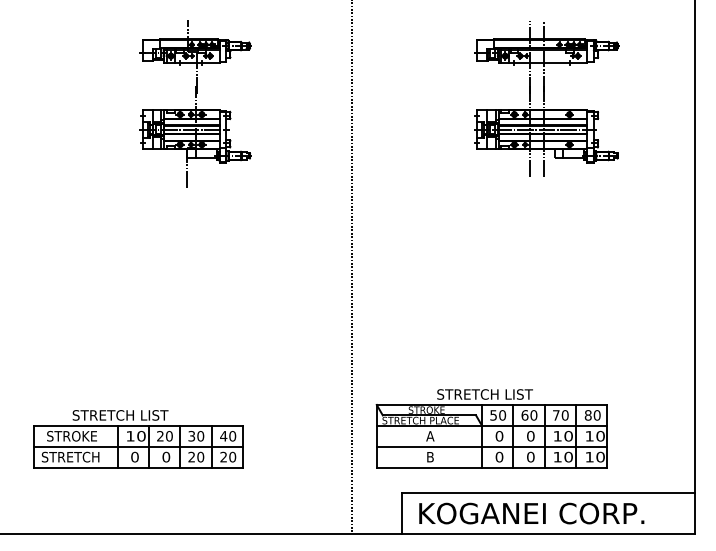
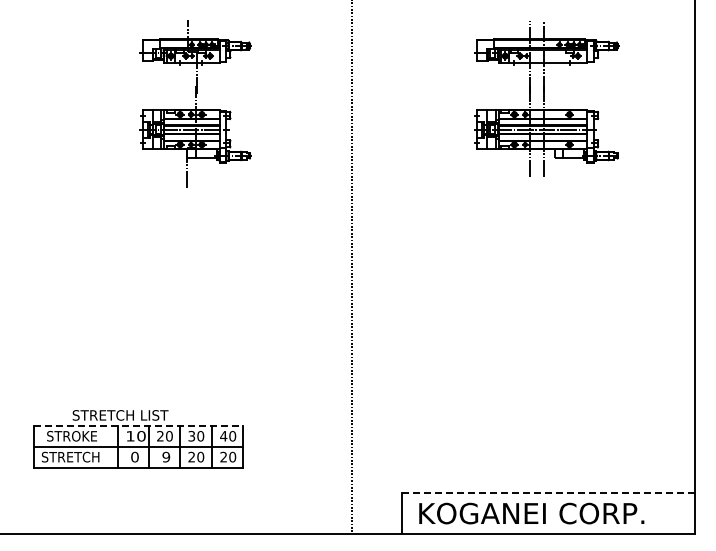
line at (138, 425): solid -> dashed
part at (491, 428): present -> none
text at (165, 457): 0 -> 9
line at (548, 492): solid -> dashed
